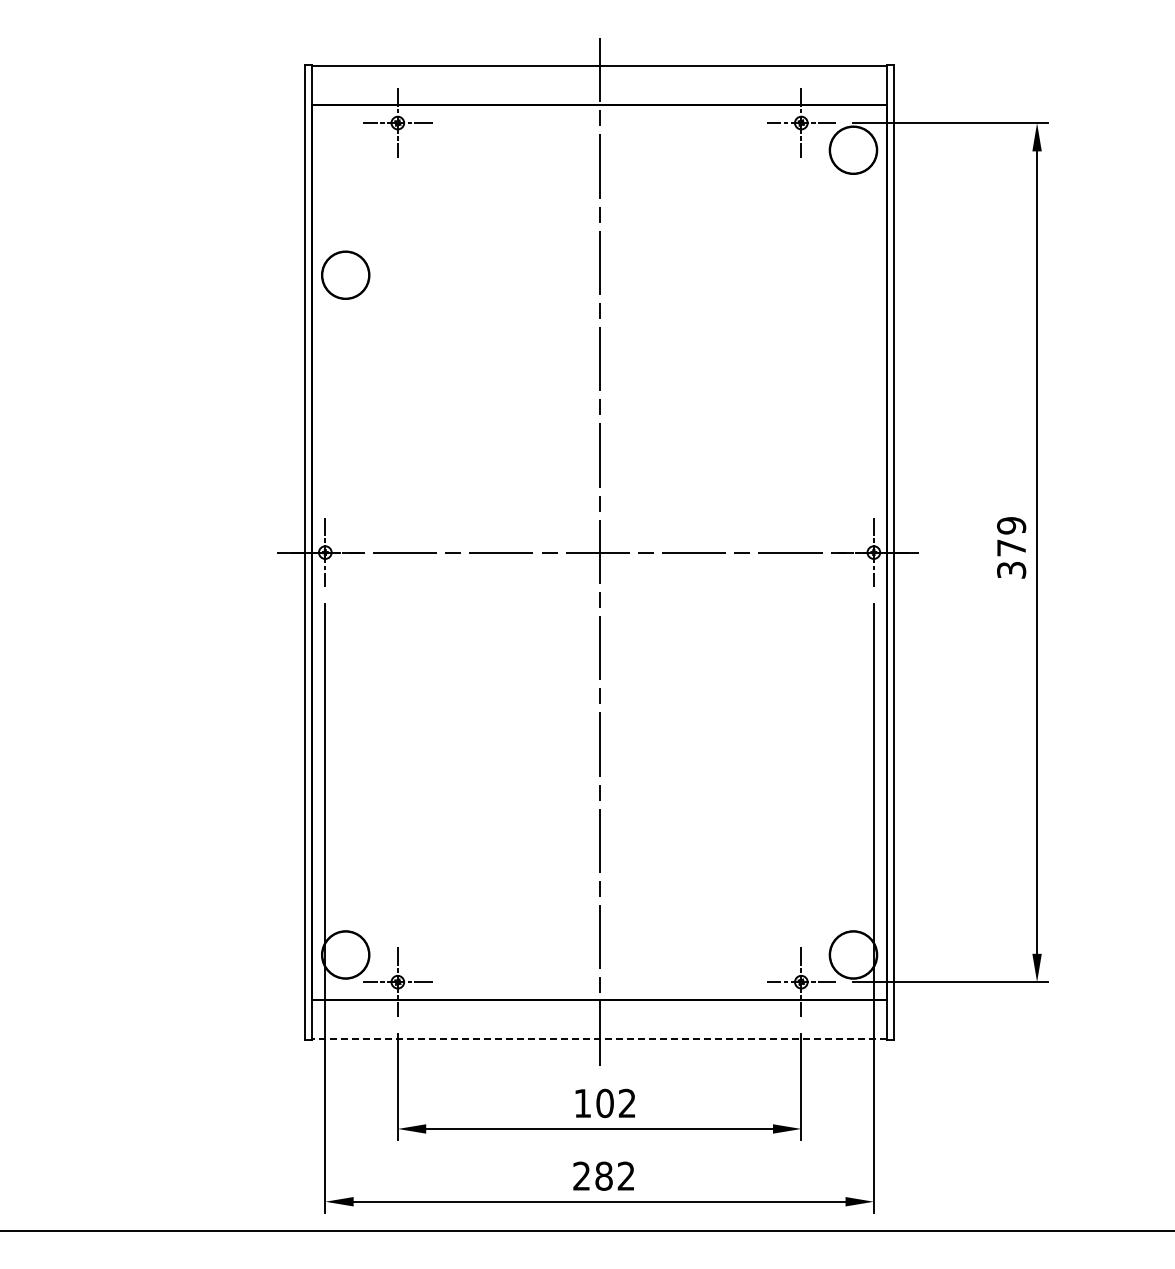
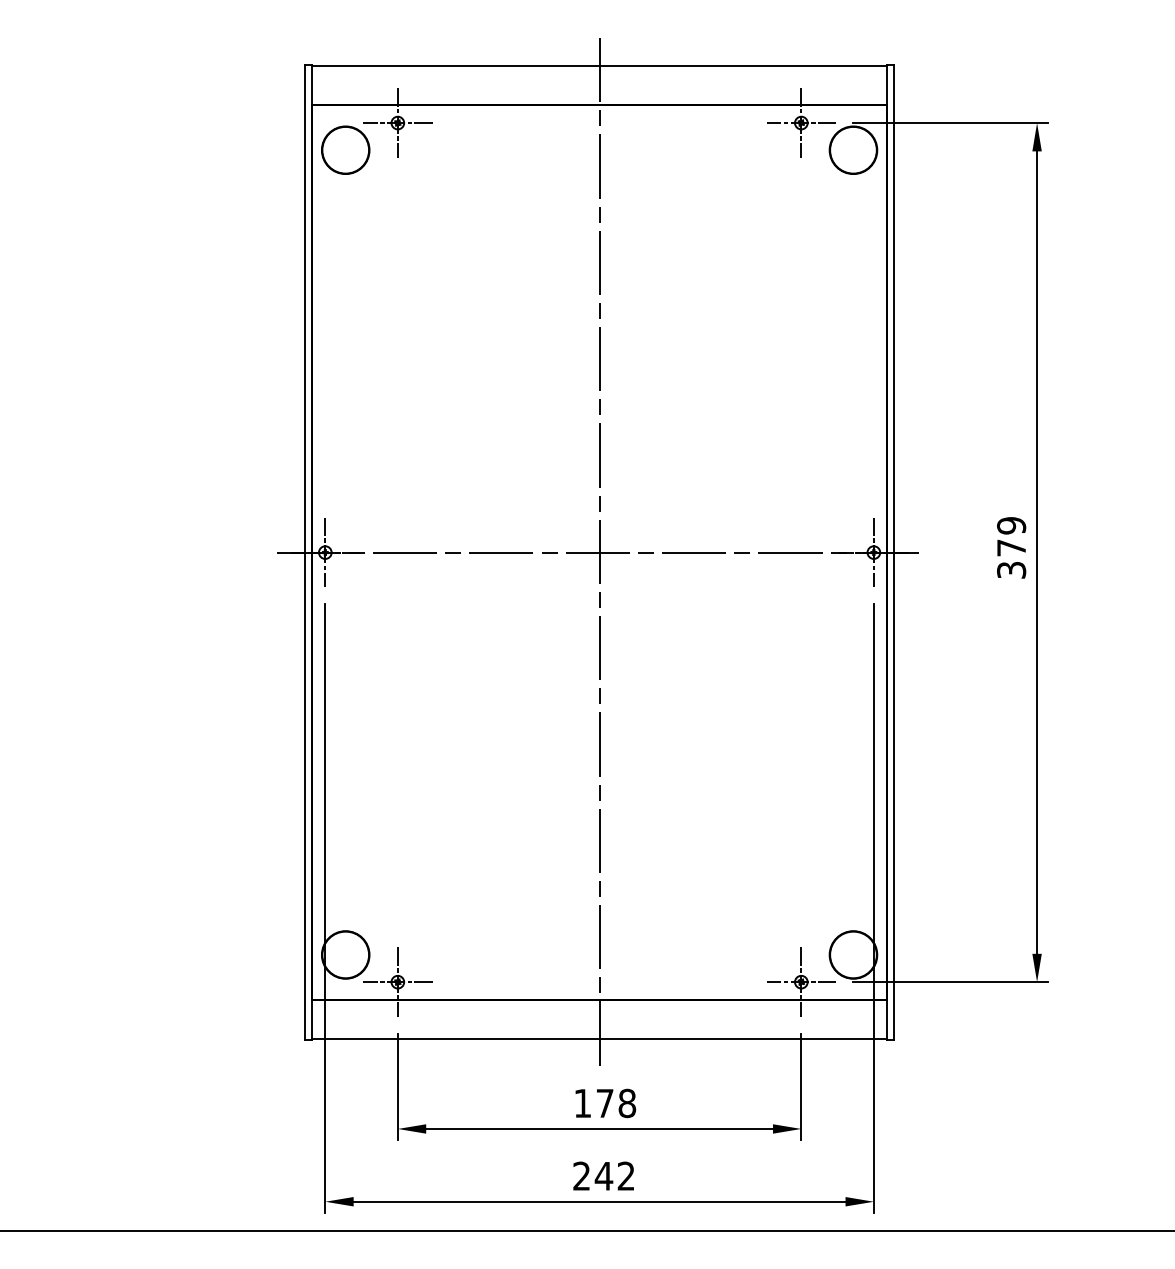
circle at (345, 274) position: (345, 274) -> (345, 149)
line at (599, 1038): dashed -> solid
text at (616, 1103): 102 -> 178
text at (603, 1175): 282 -> 242
